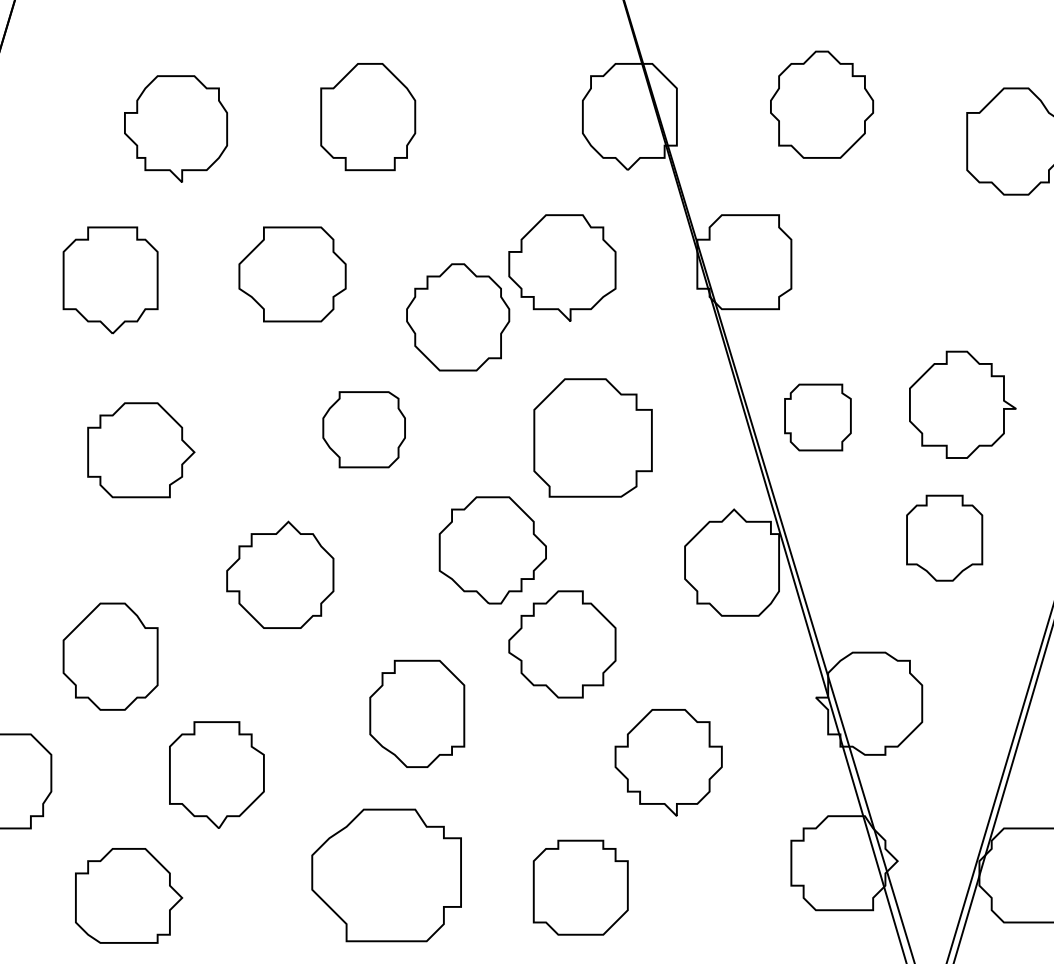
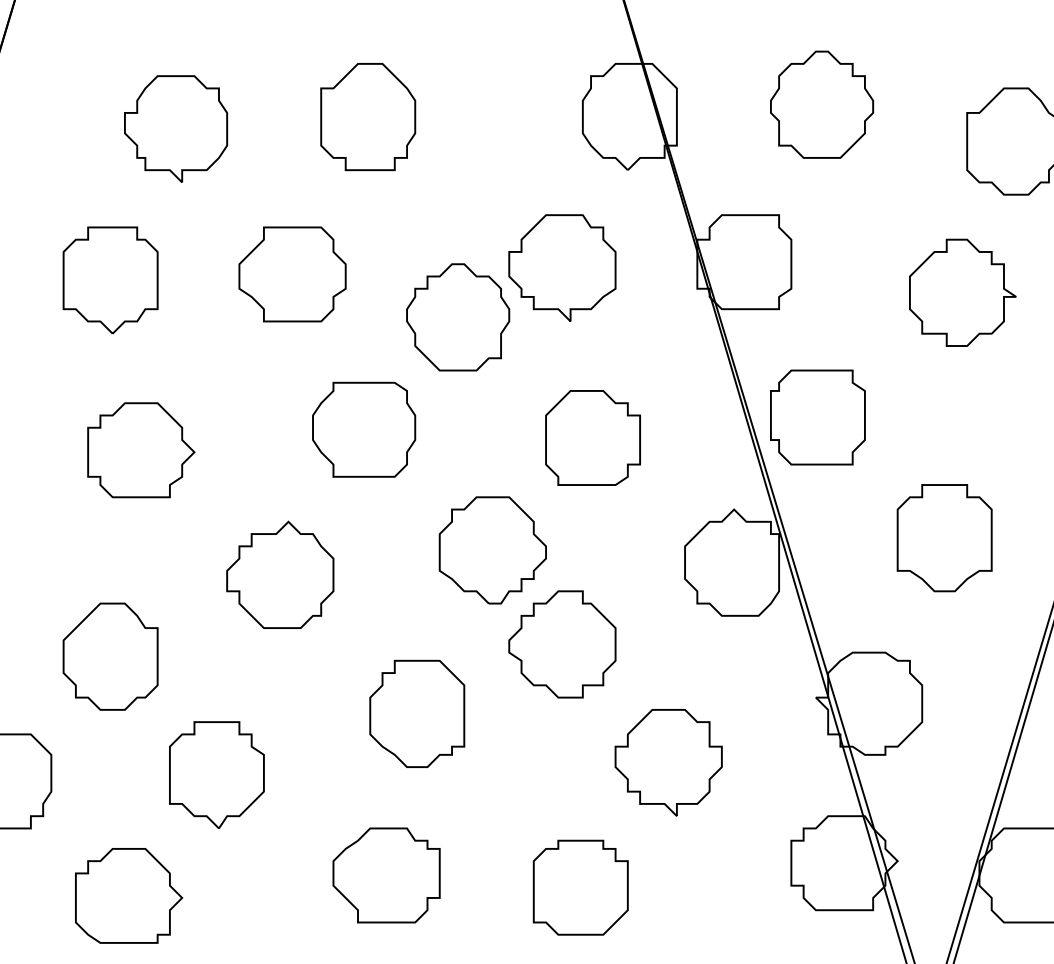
part at (962, 404) position: (962, 404) -> (962, 292)
part at (817, 417) size: 68x69 px -> 96x97 px
part at (363, 429) size: 84x78 px -> 105x97 px
part at (592, 437) size: 120x120 px -> 96x96 px
part at (944, 537) size: 78x88 px -> 97x109 px
part at (386, 875) size: 151x135 px -> 109x97 px
